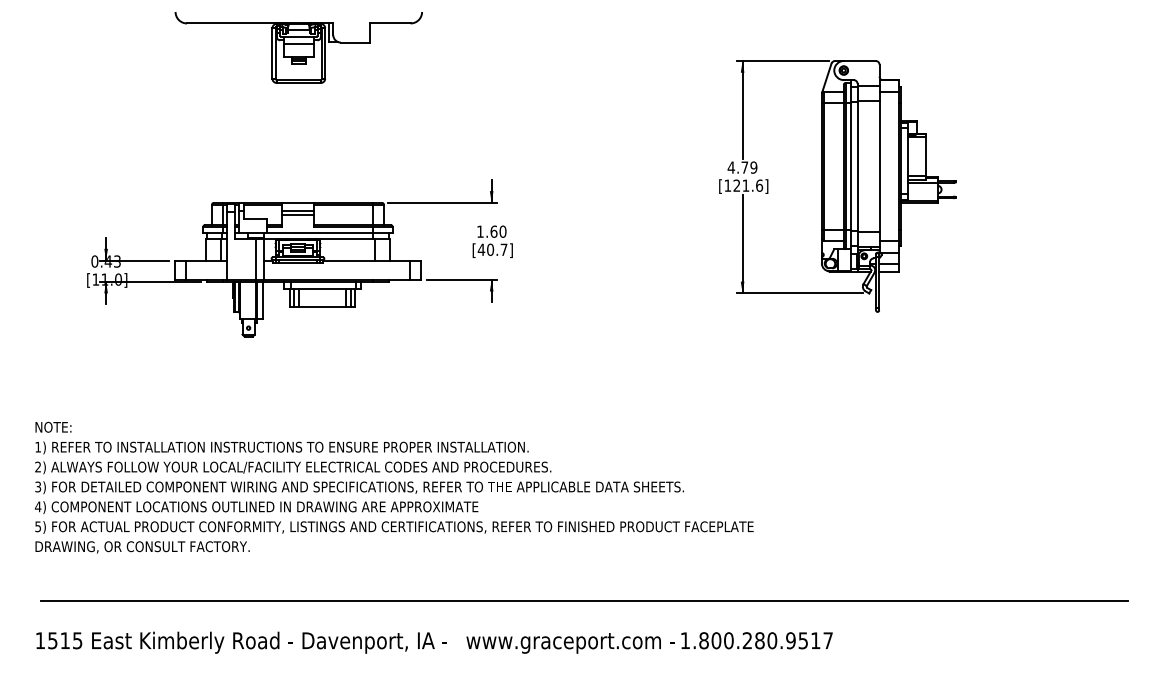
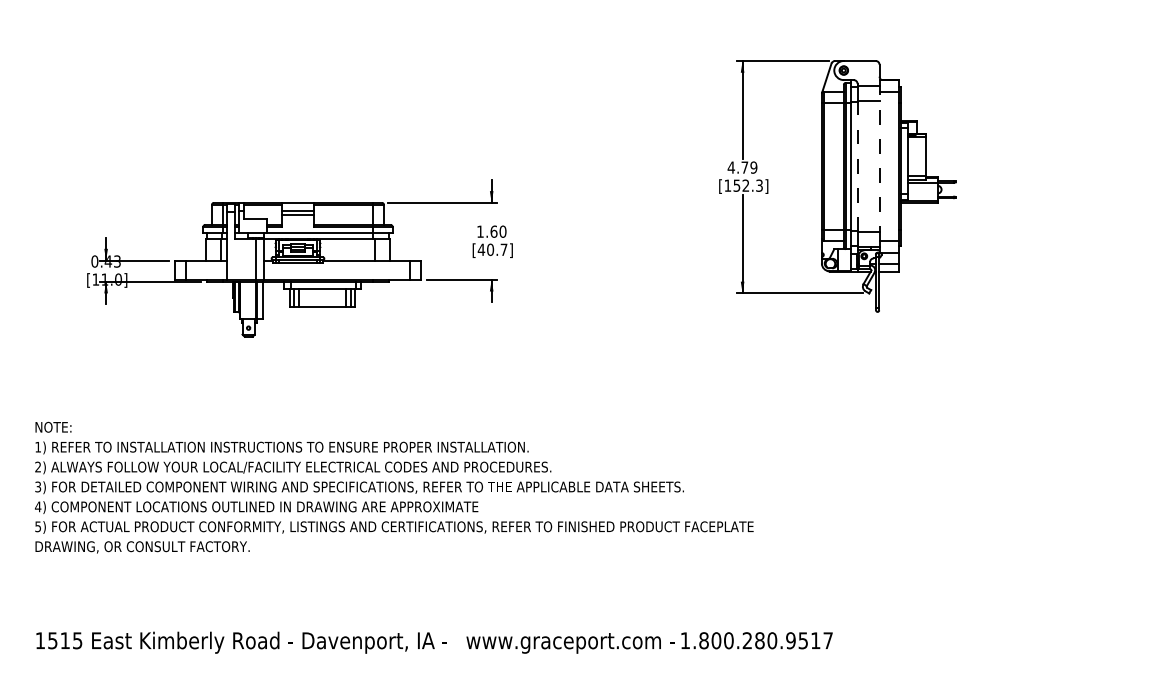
part at (298, 47): present -> none
line at (857, 165): solid -> dashed
line at (879, 166): solid -> dashed
text at (748, 185): [121.6] -> [152.3]
line at (584, 601): present -> none
